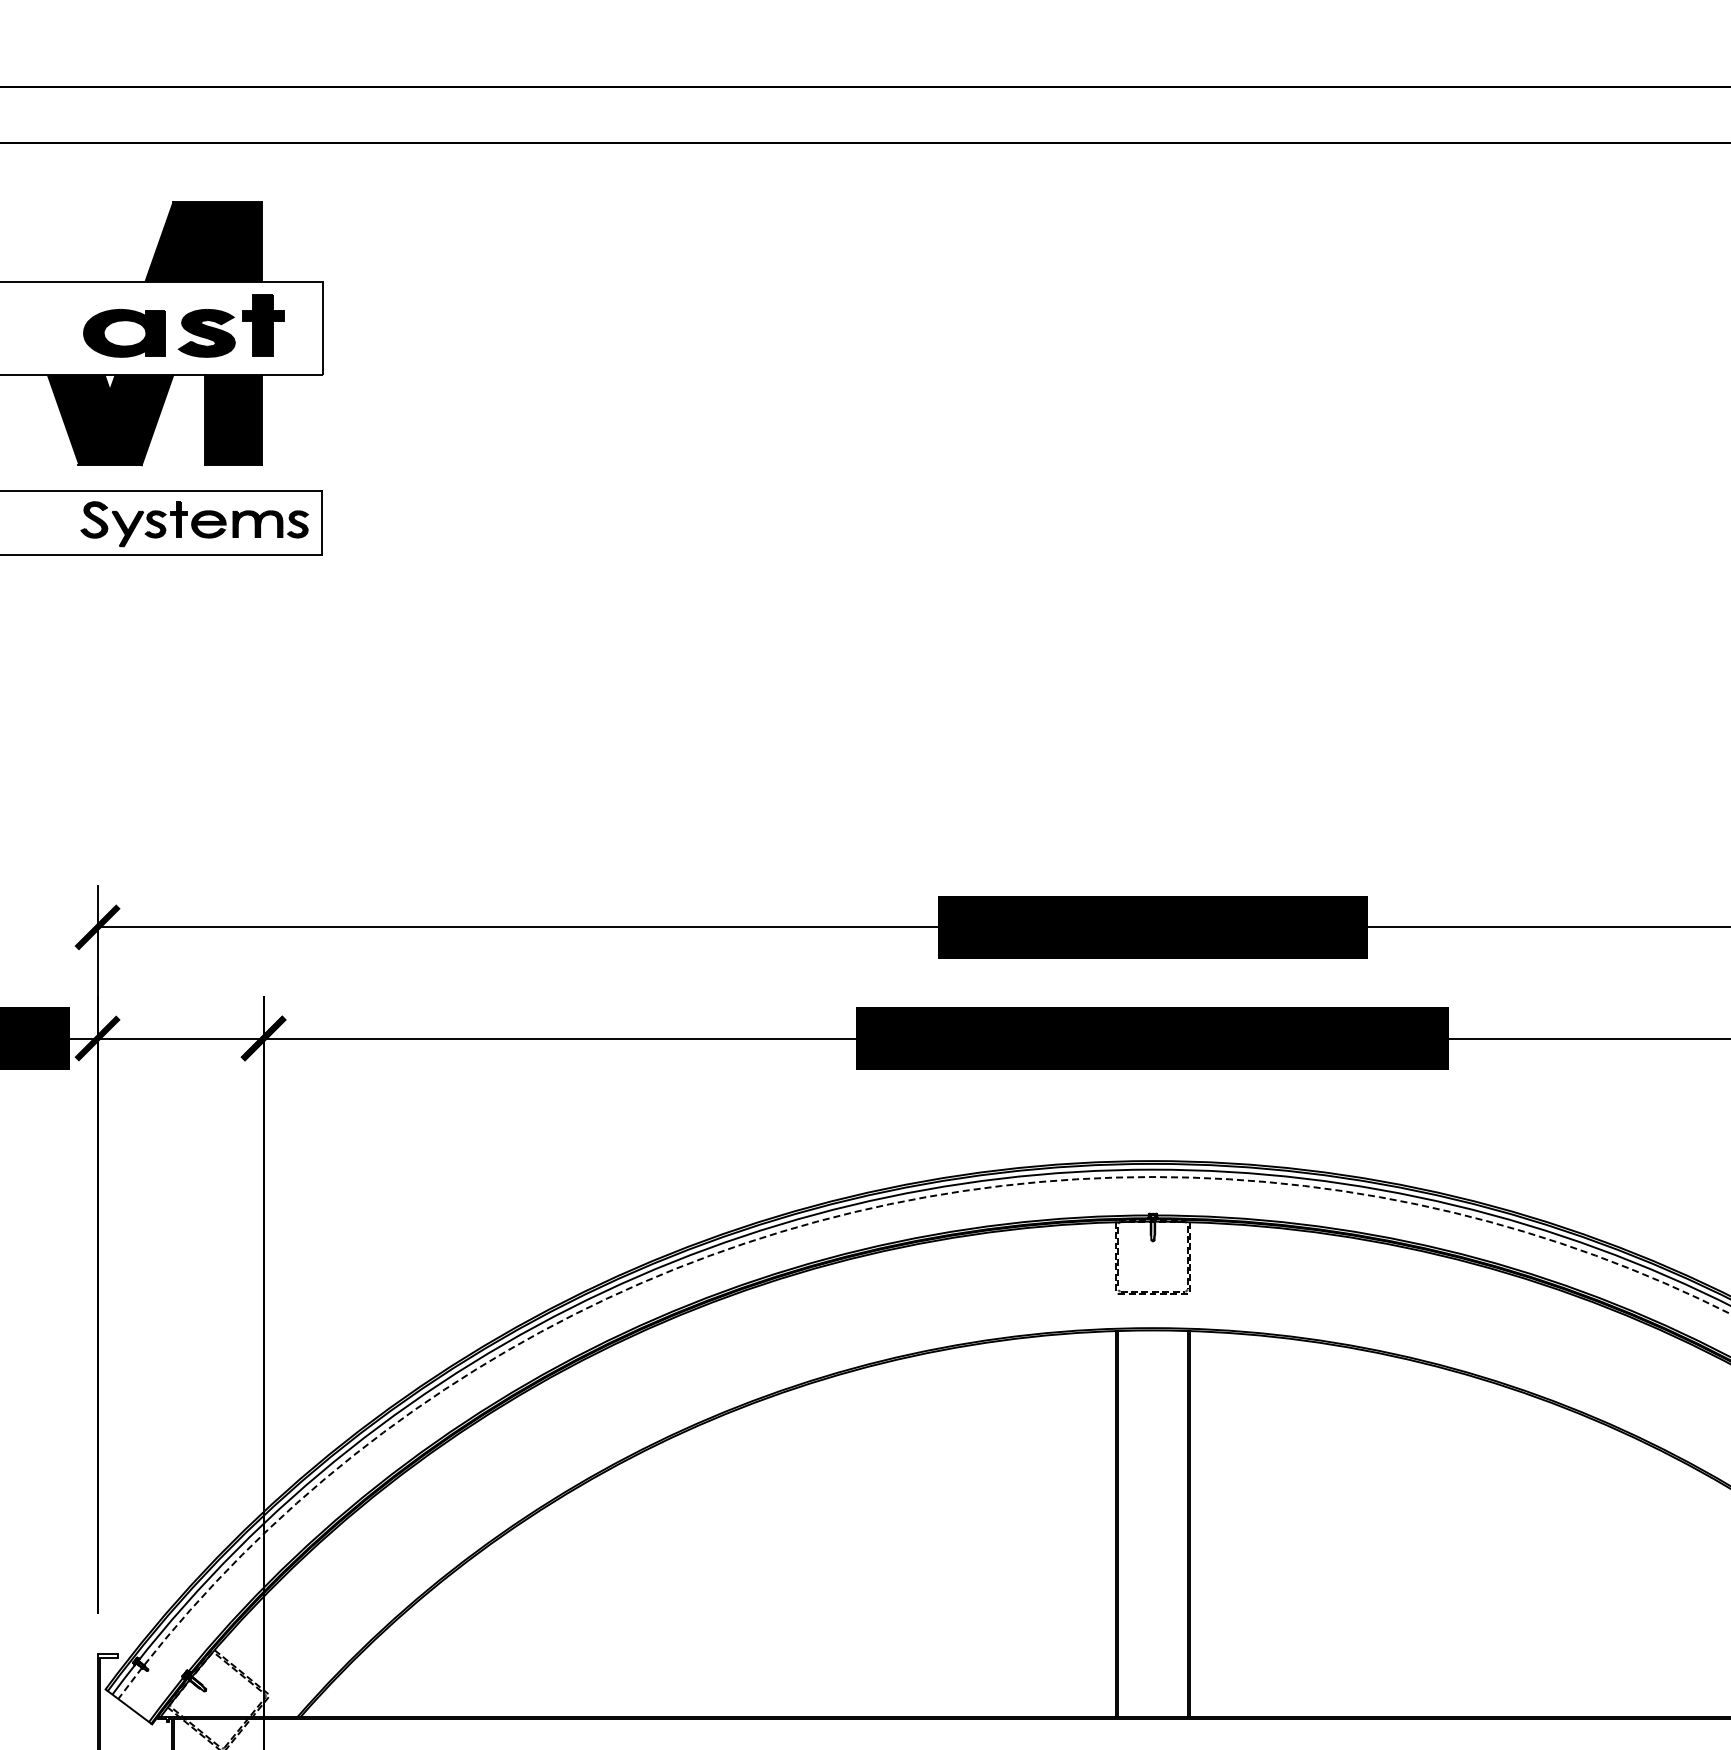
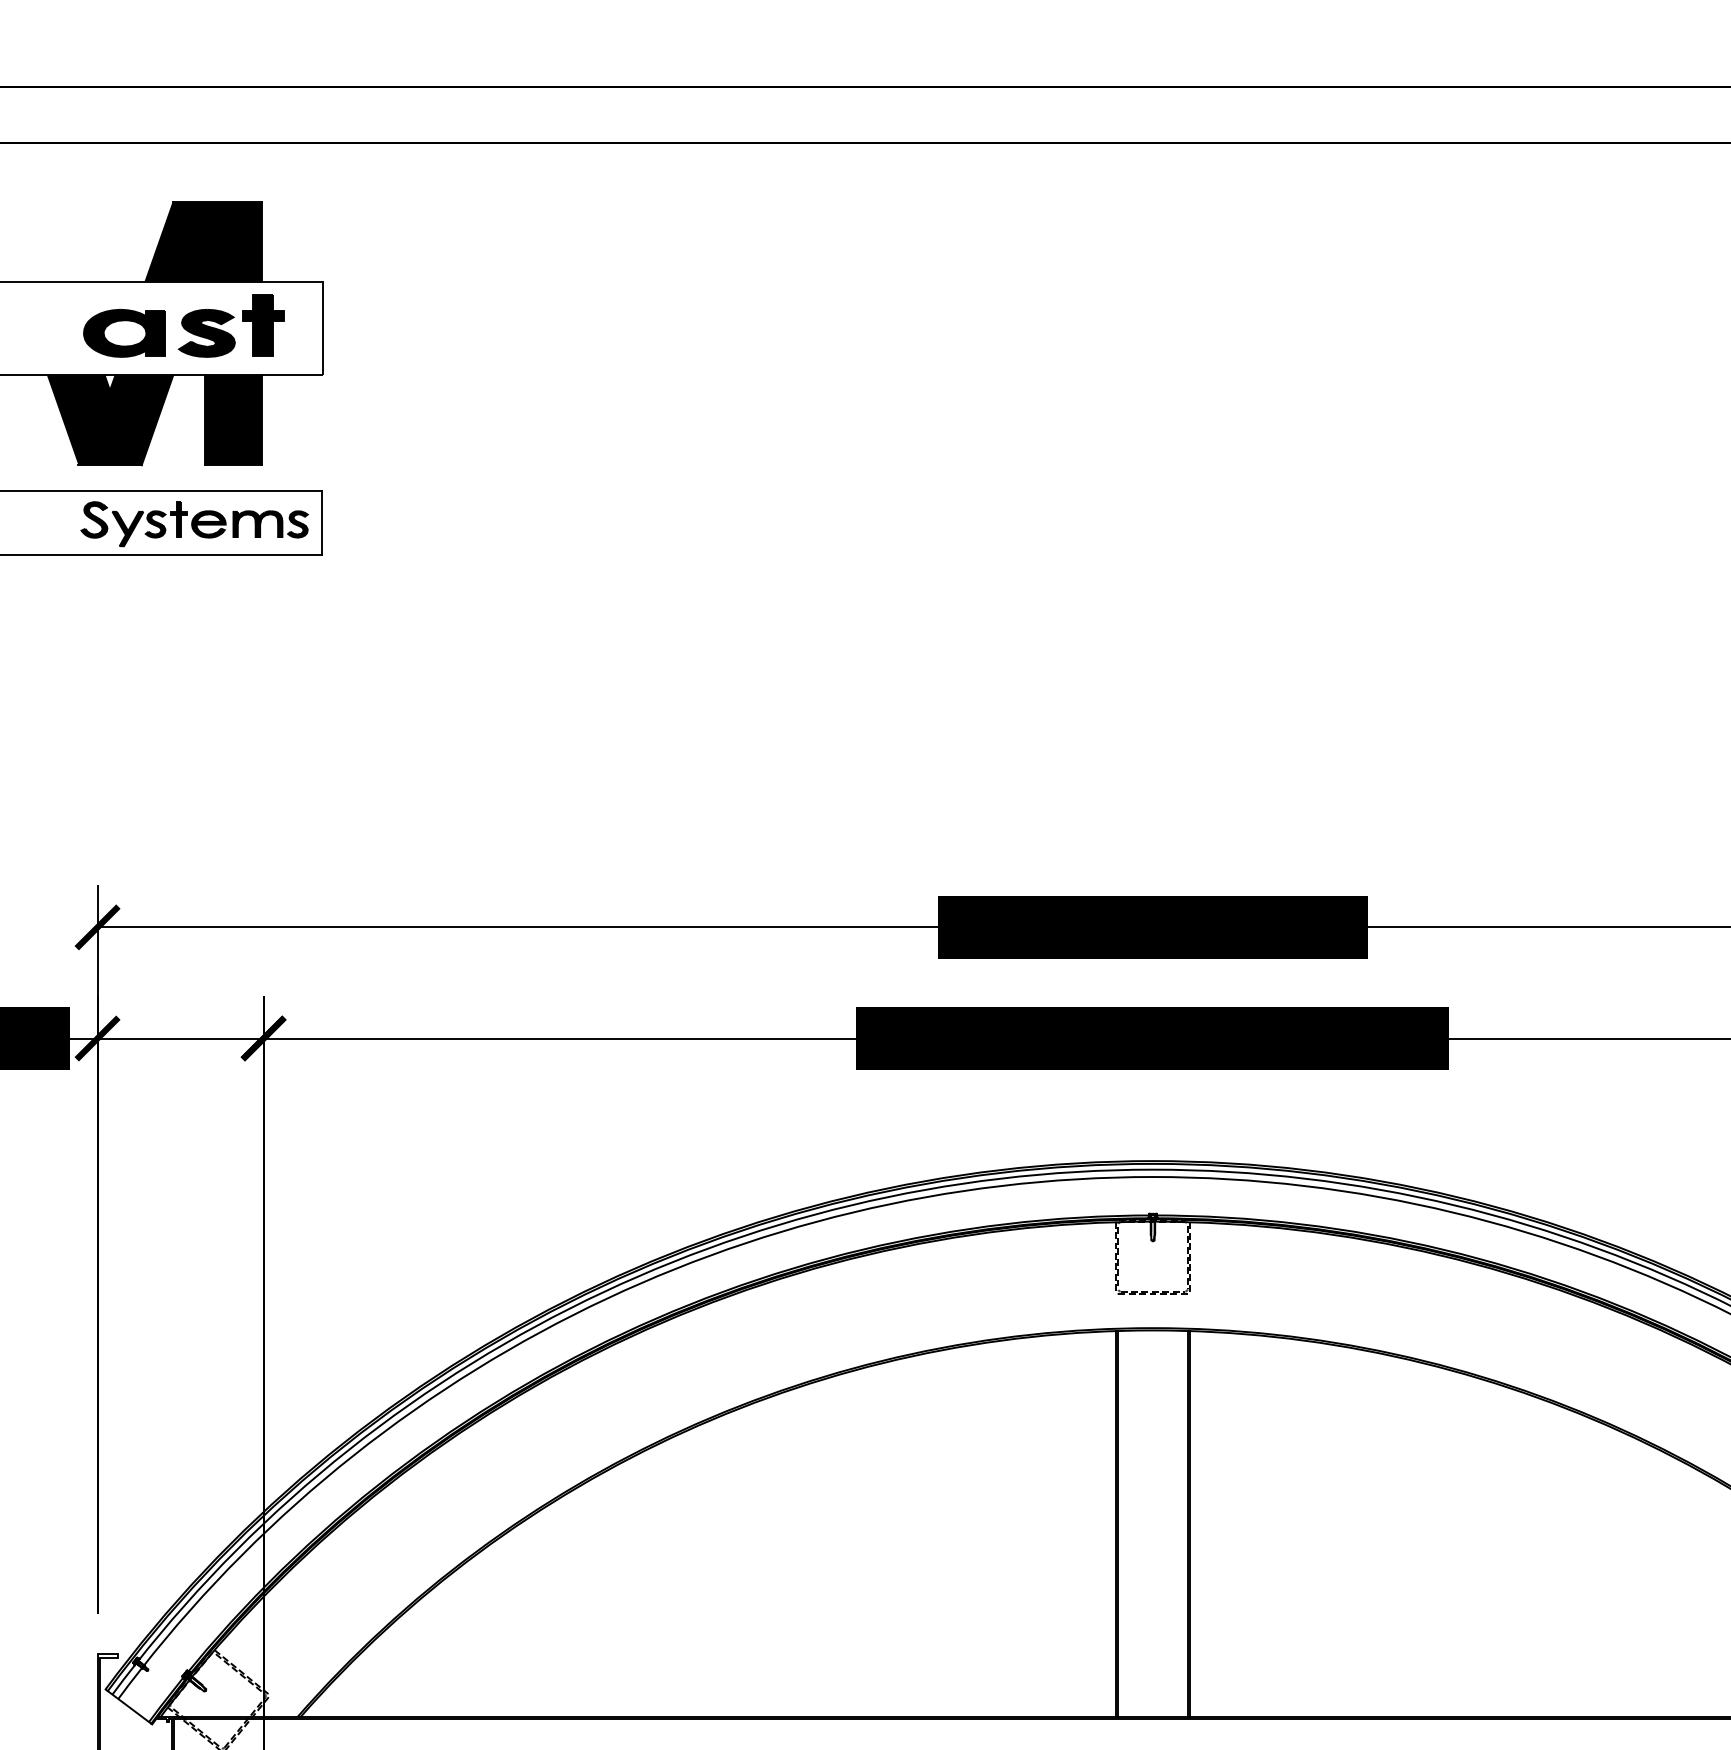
arc at (853, 1212): dashed -> solid
